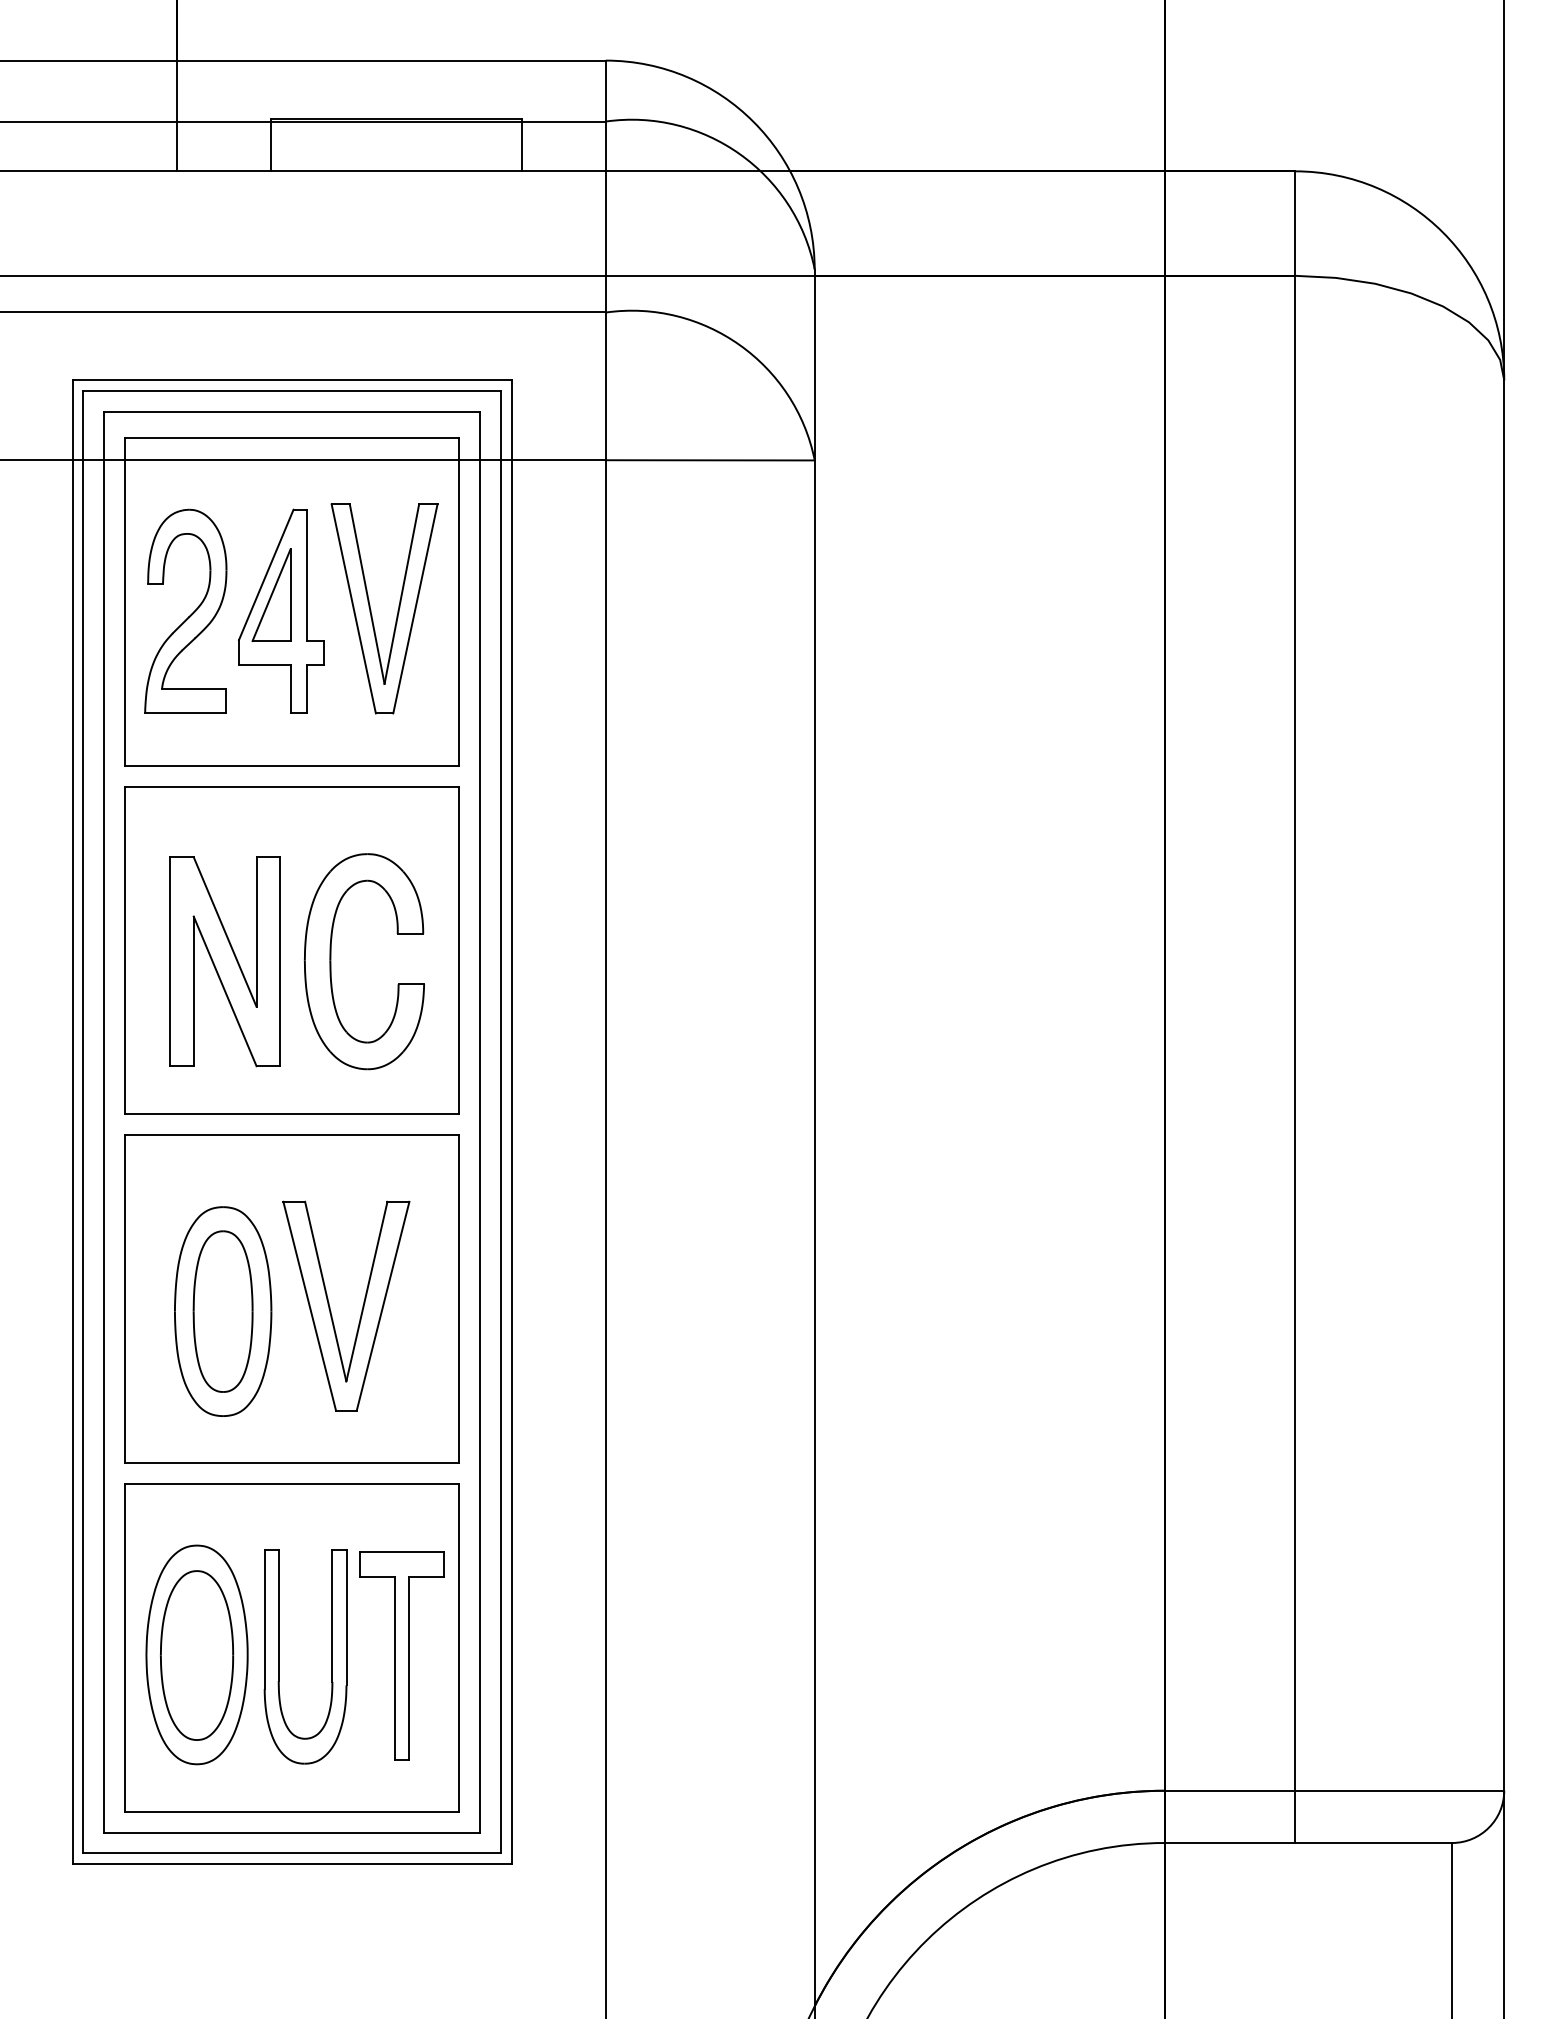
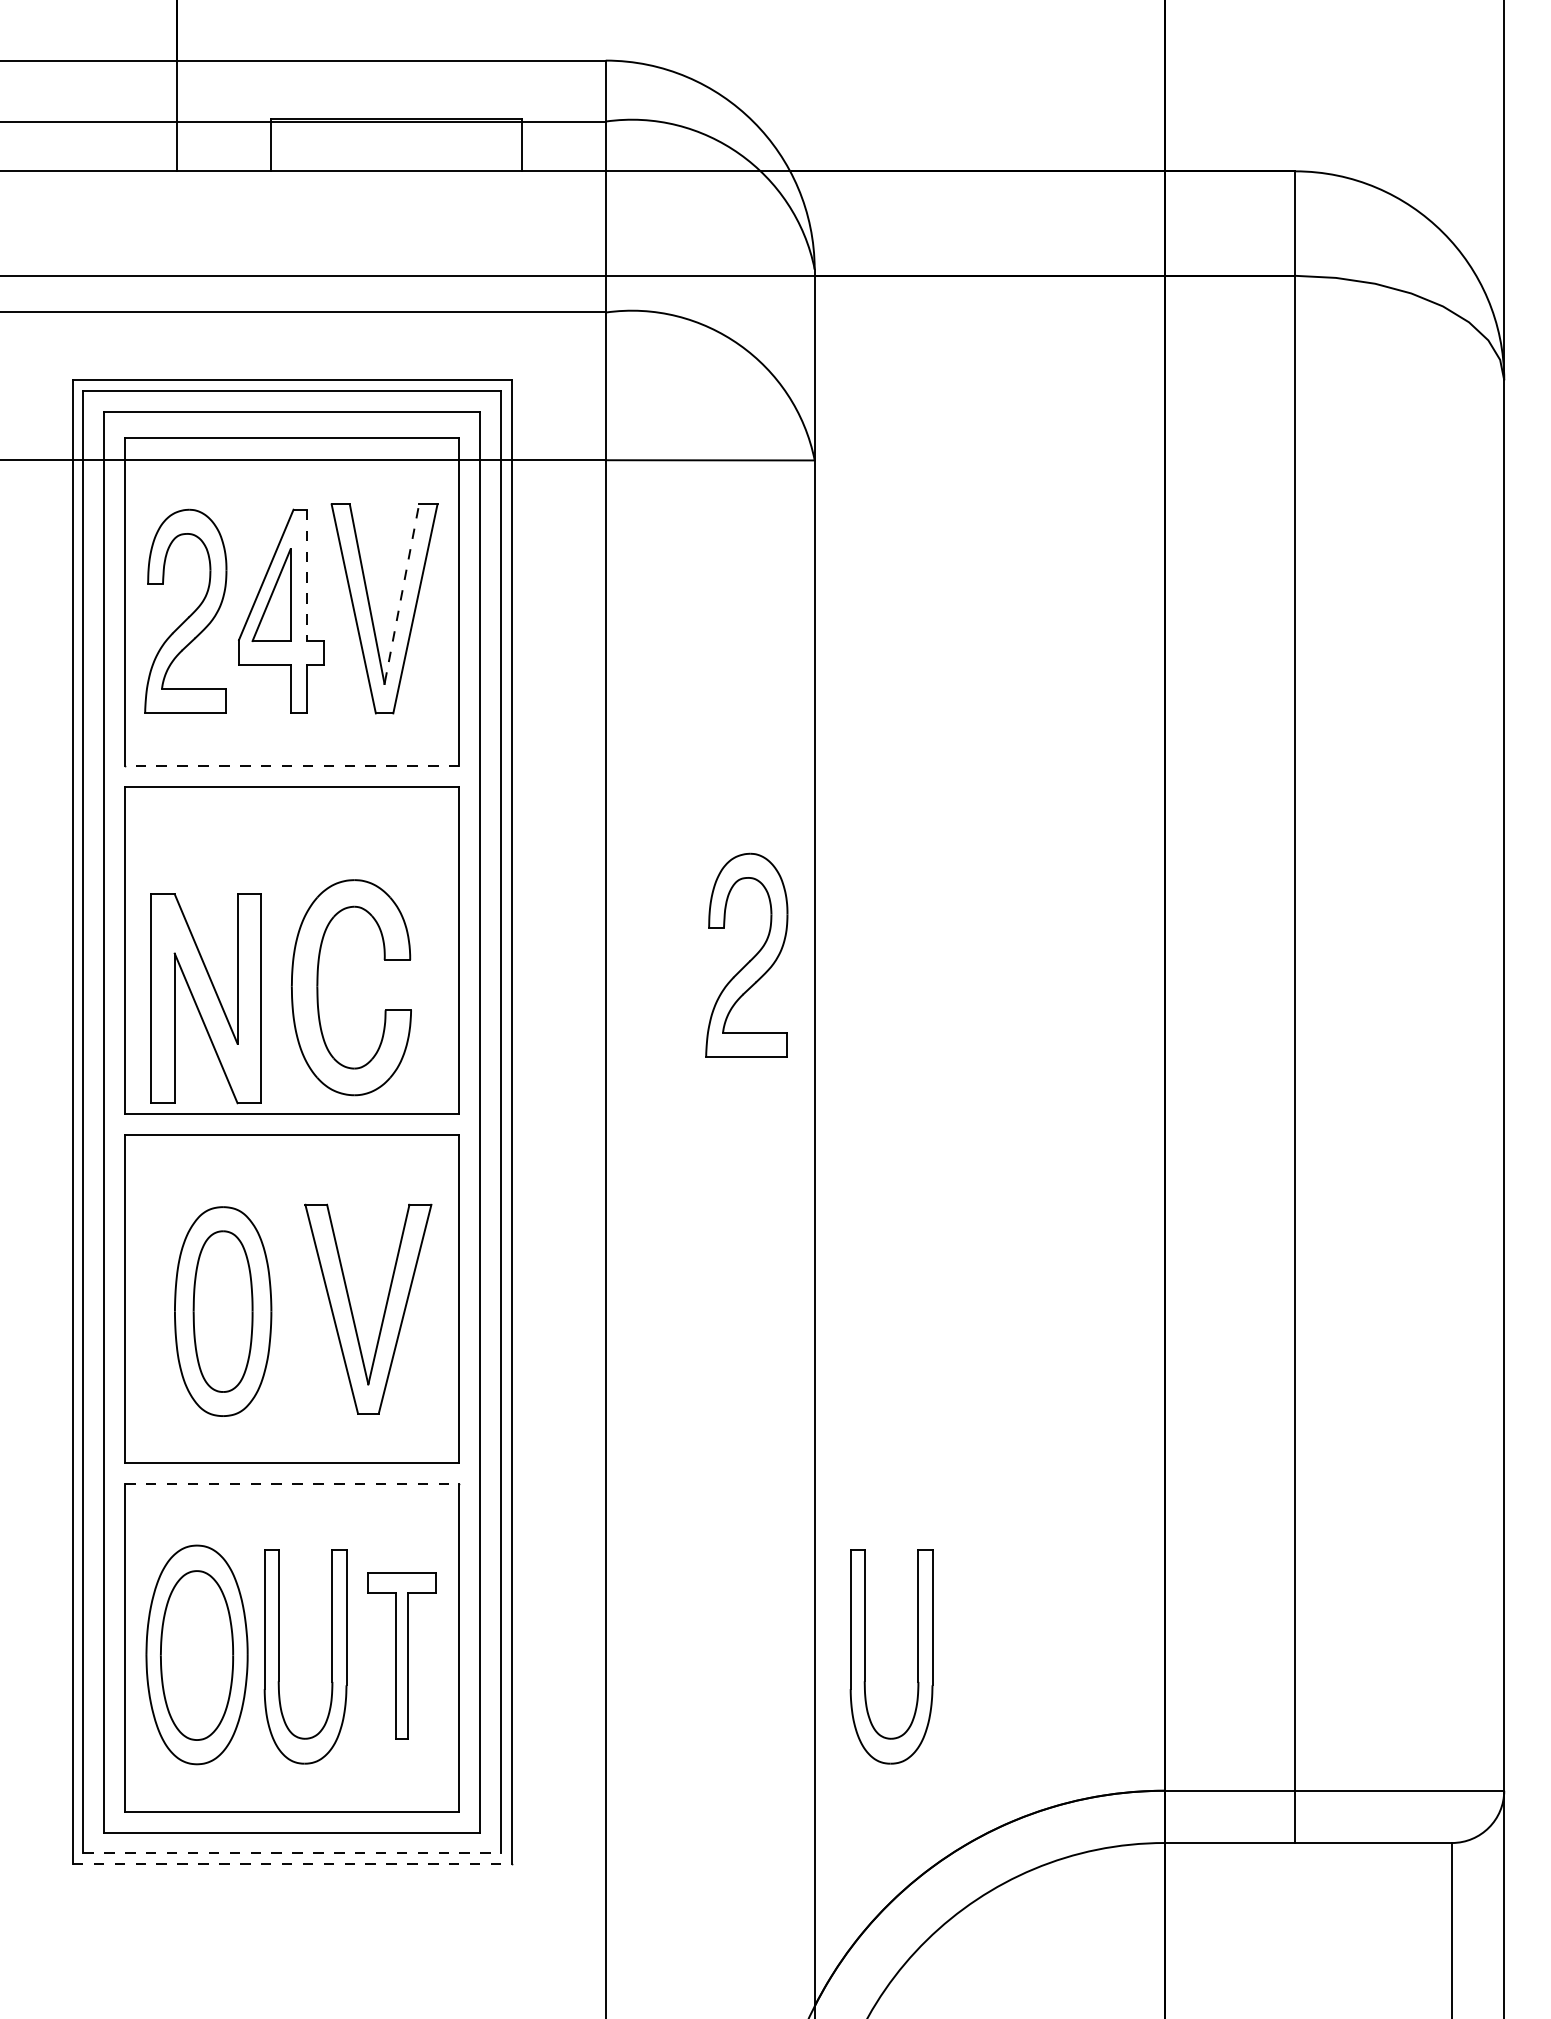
line at (306, 575): solid -> dashed
line at (401, 593): solid -> dashed
line at (291, 765): solid -> dashed
part at (751, 958): none -> present
part at (224, 961) position: (224, 961) -> (205, 998)
part at (331, 961) position: (331, 961) -> (318, 987)
part at (361, 1309) position: (361, 1309) -> (383, 1312)
line at (292, 1483): solid -> dashed
part at (401, 1655) size: 86x210 px -> 70x168 px
part at (865, 1656): none -> present
line at (292, 1853): solid -> dashed
line at (292, 1863): solid -> dashed
